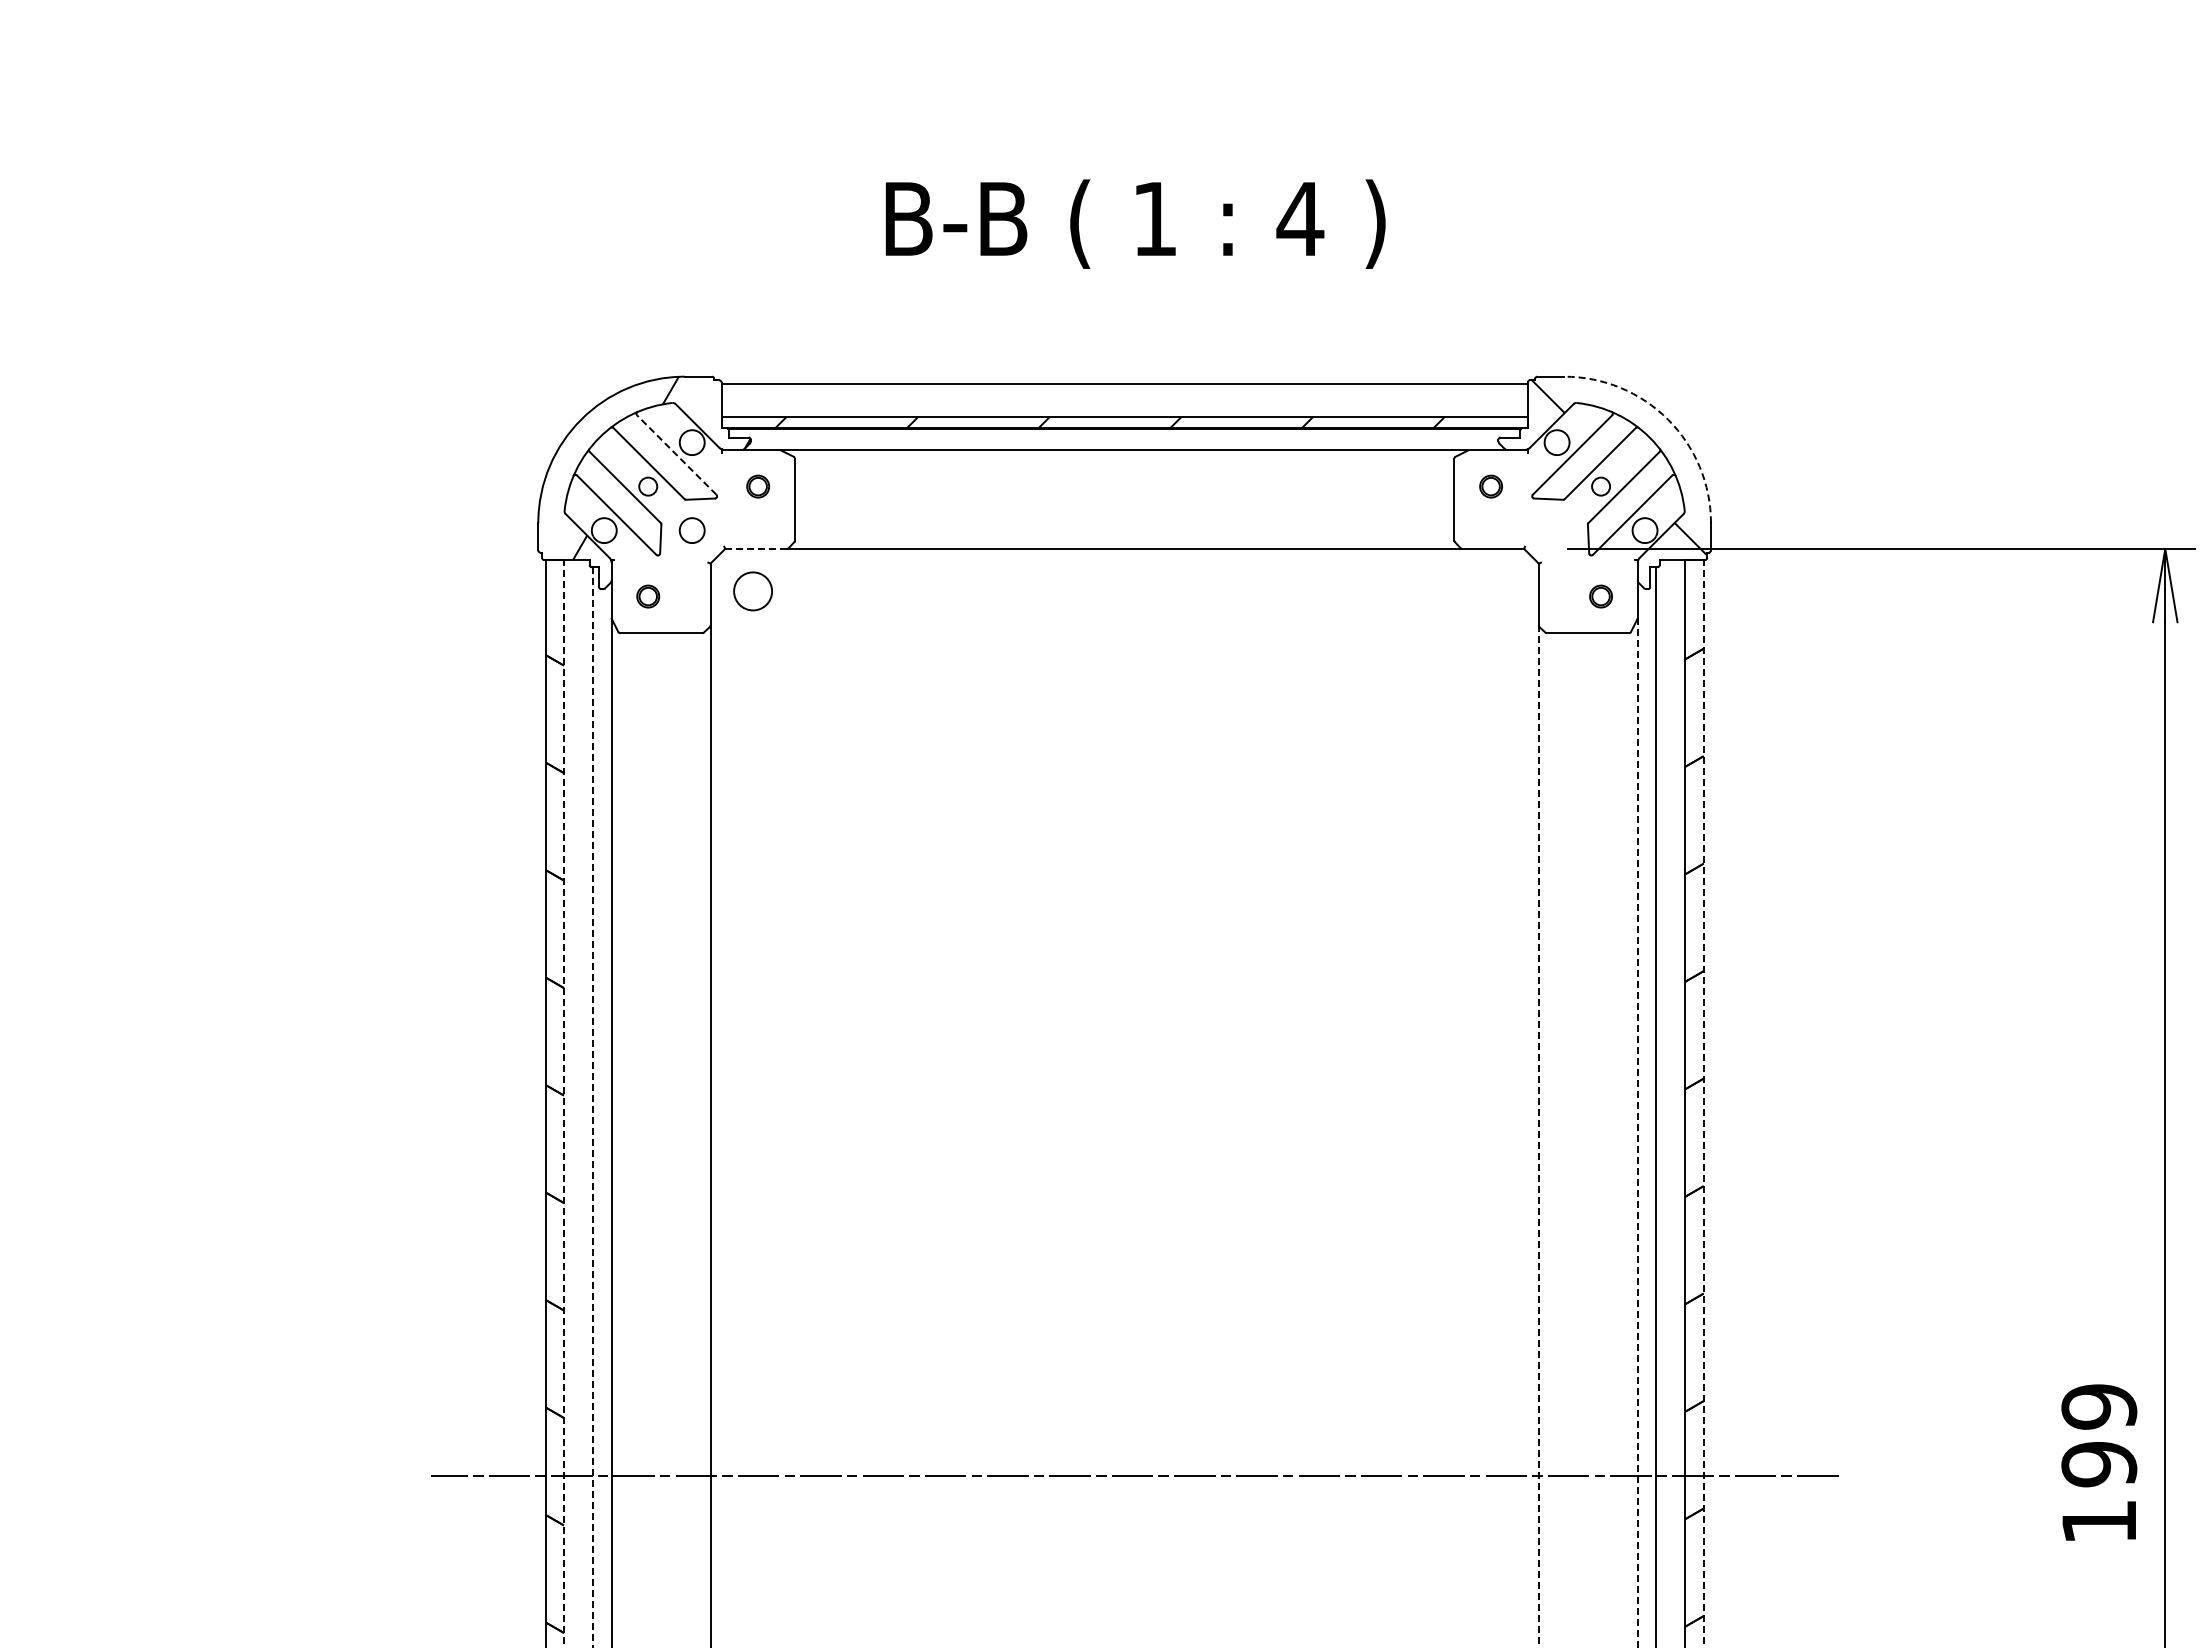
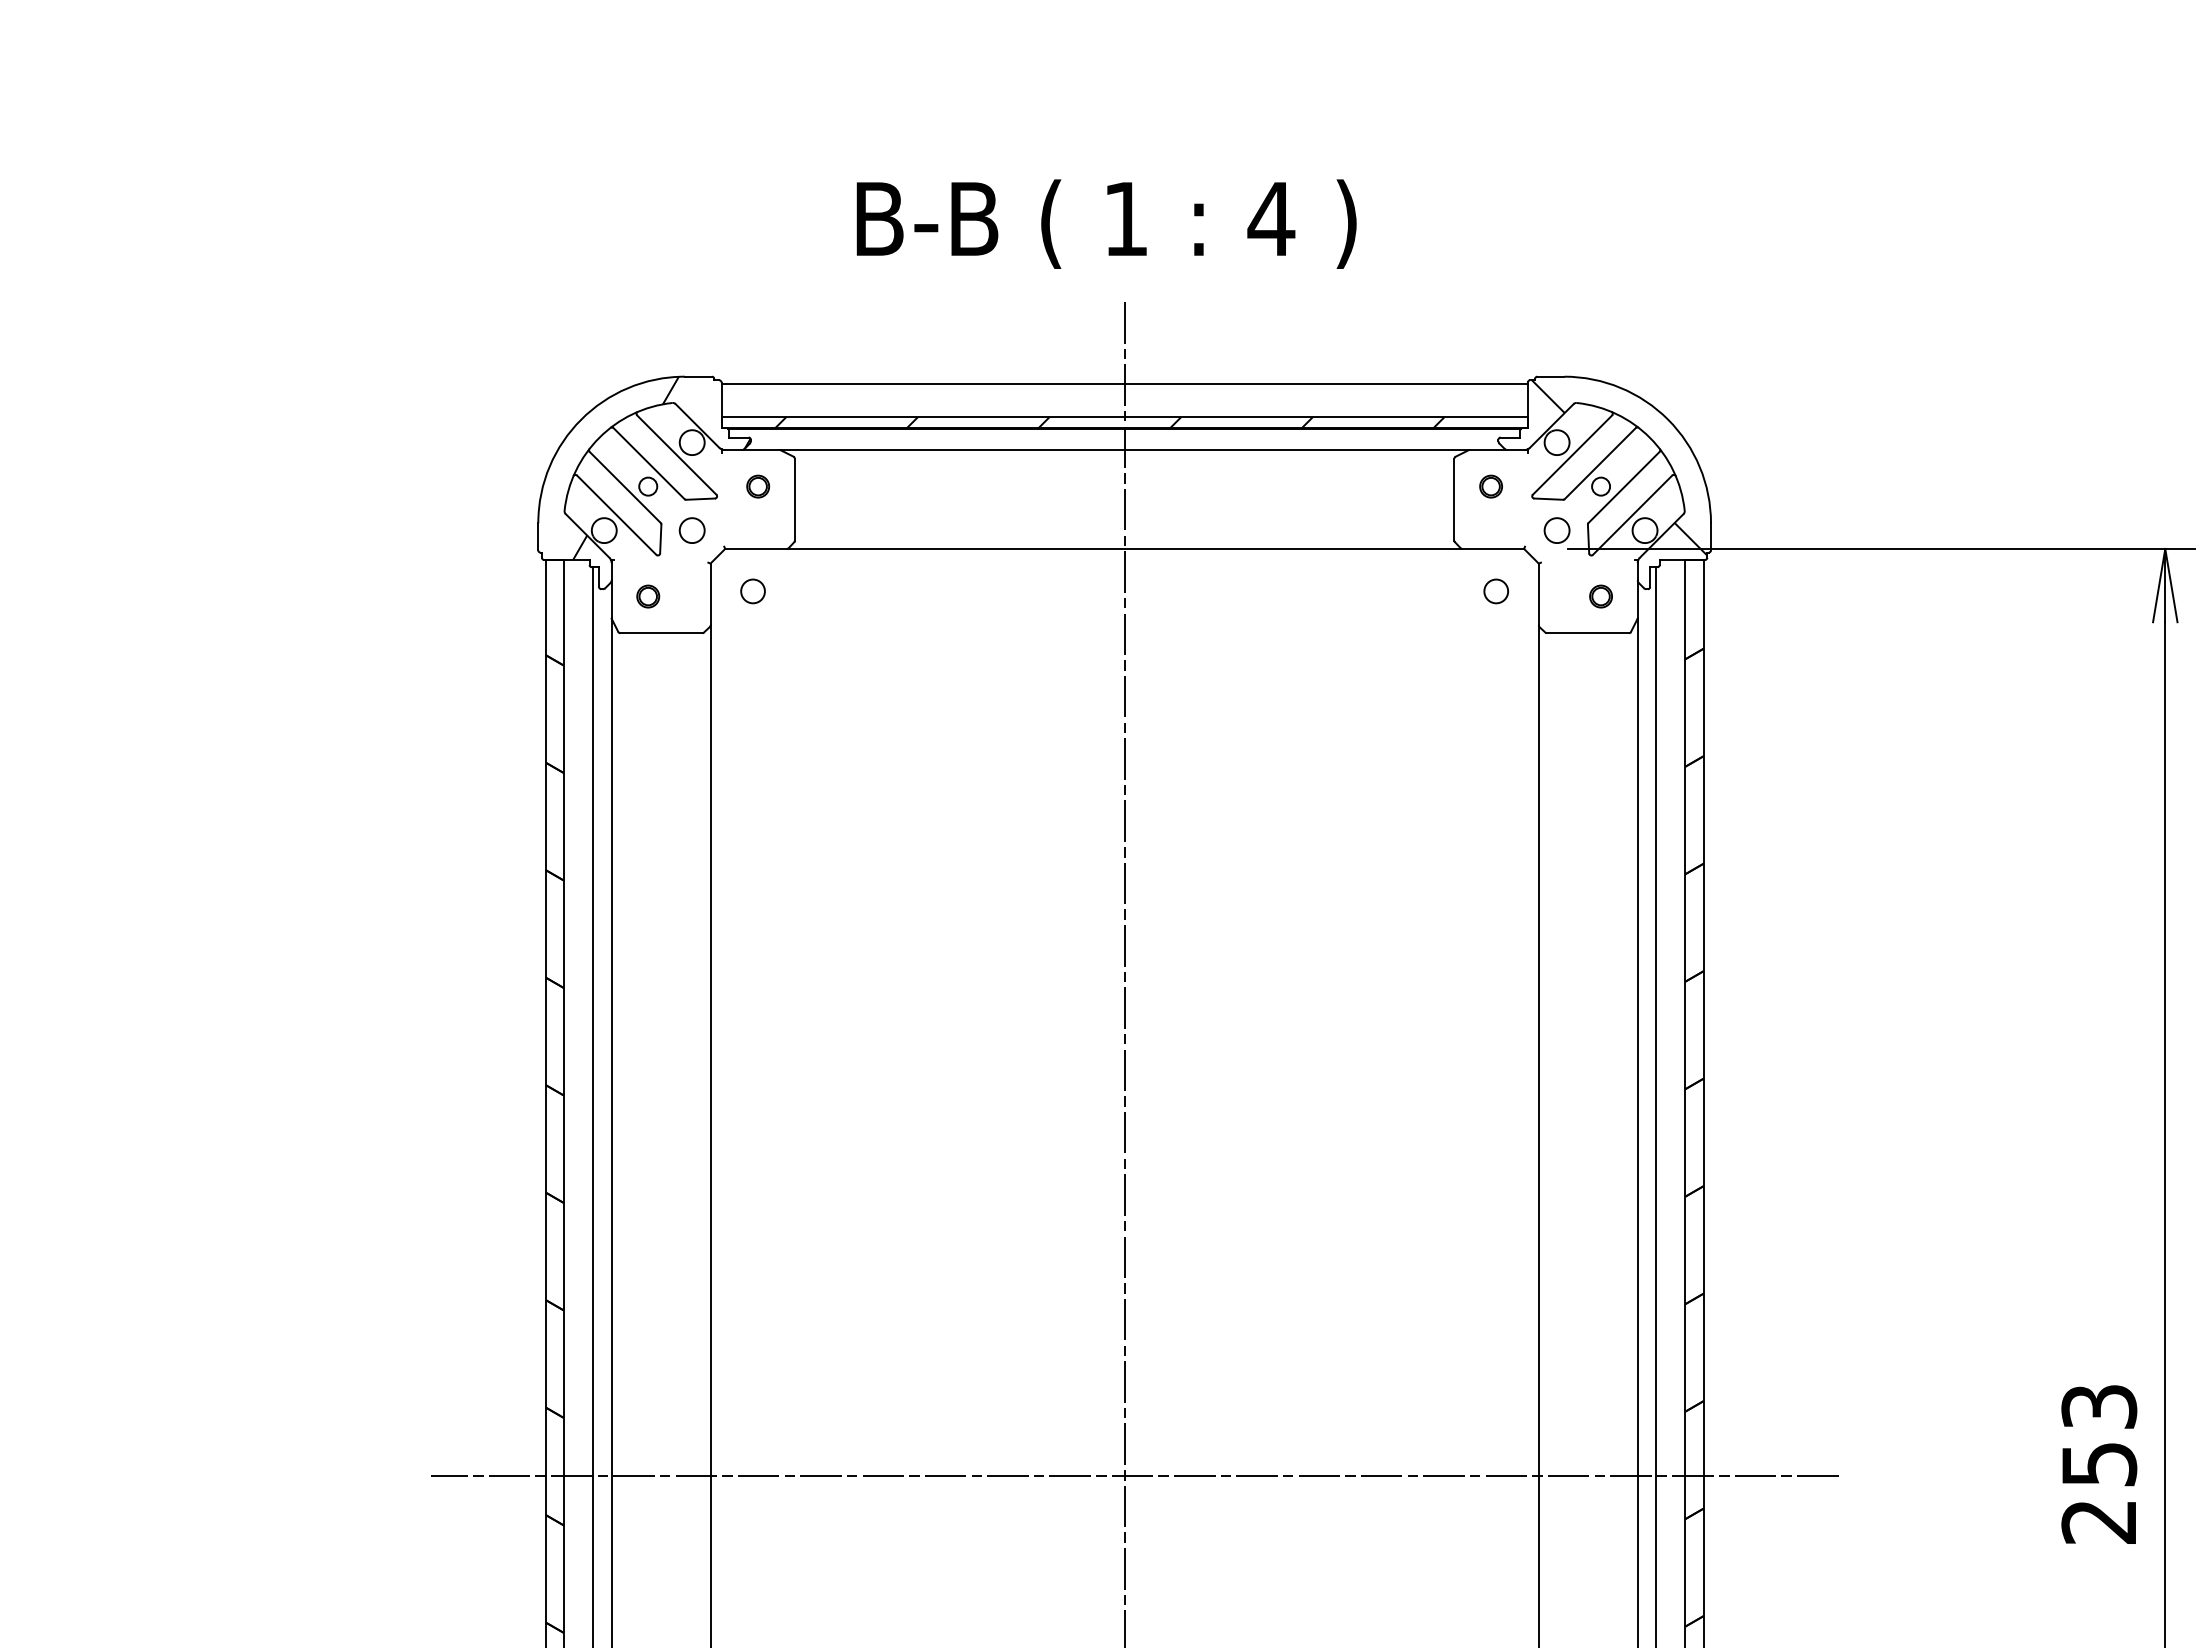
text at (1135, 223) position: (1135, 223) -> (1106, 223)
arc at (1668, 419): dashed -> solid
line at (676, 454): dashed -> solid
circle at (1556, 530): none -> present
line at (756, 548): dashed -> solid
circle at (752, 591) size: 40x41 px -> 26x27 px
circle at (1495, 591): none -> present
line at (1124, 973): none -> present
line at (563, 1103): dashed -> solid
line at (1703, 1103): dashed -> solid
line at (593, 1107): dashed -> solid
line at (1637, 1132): dashed -> solid
line at (1538, 1136): dashed -> solid
text at (2099, 1463): 199 -> 253
